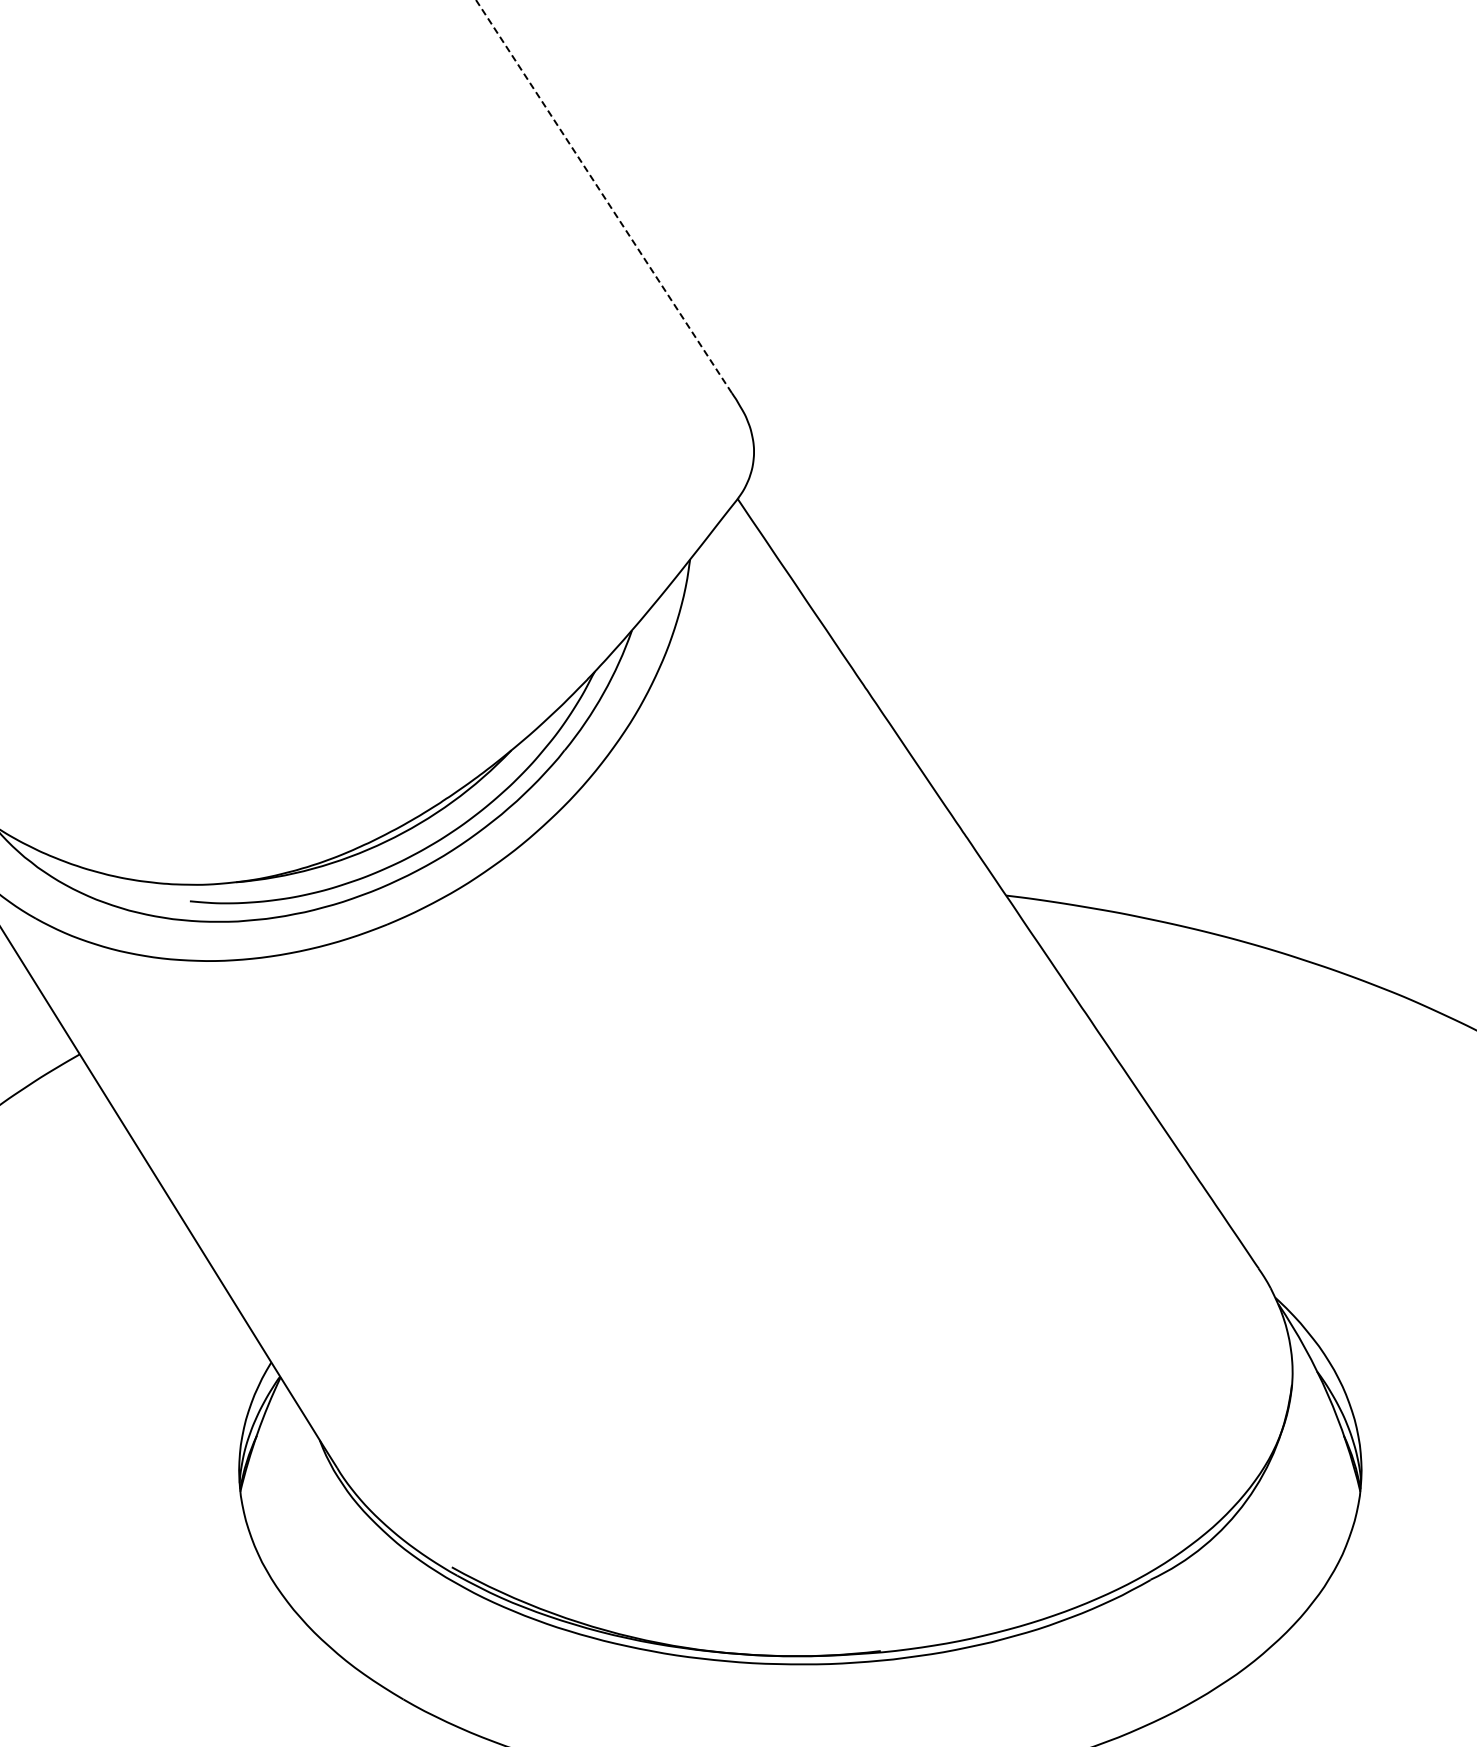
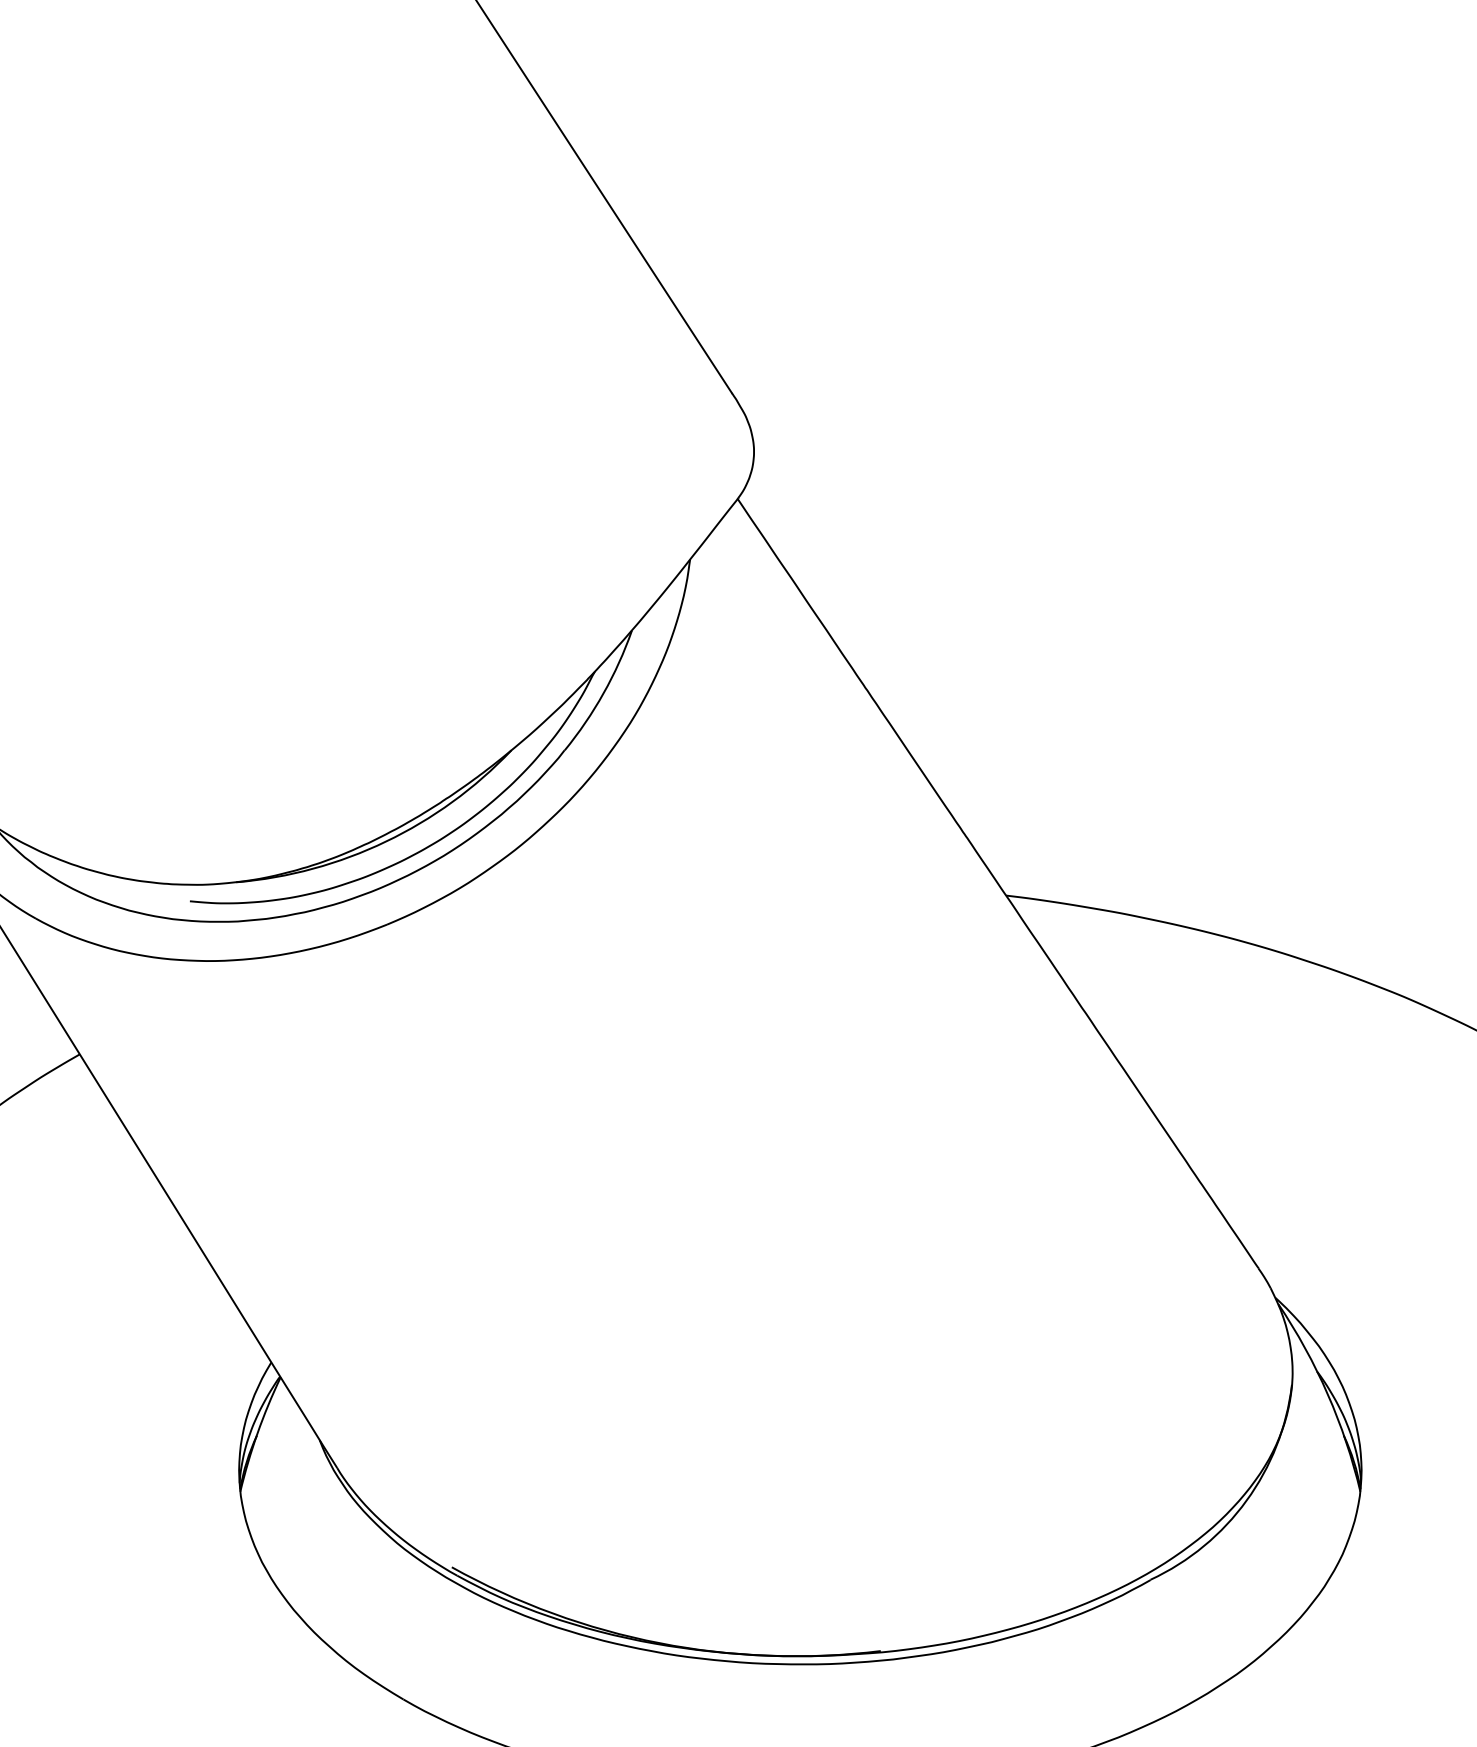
line at (603, 196): dashed -> solid
